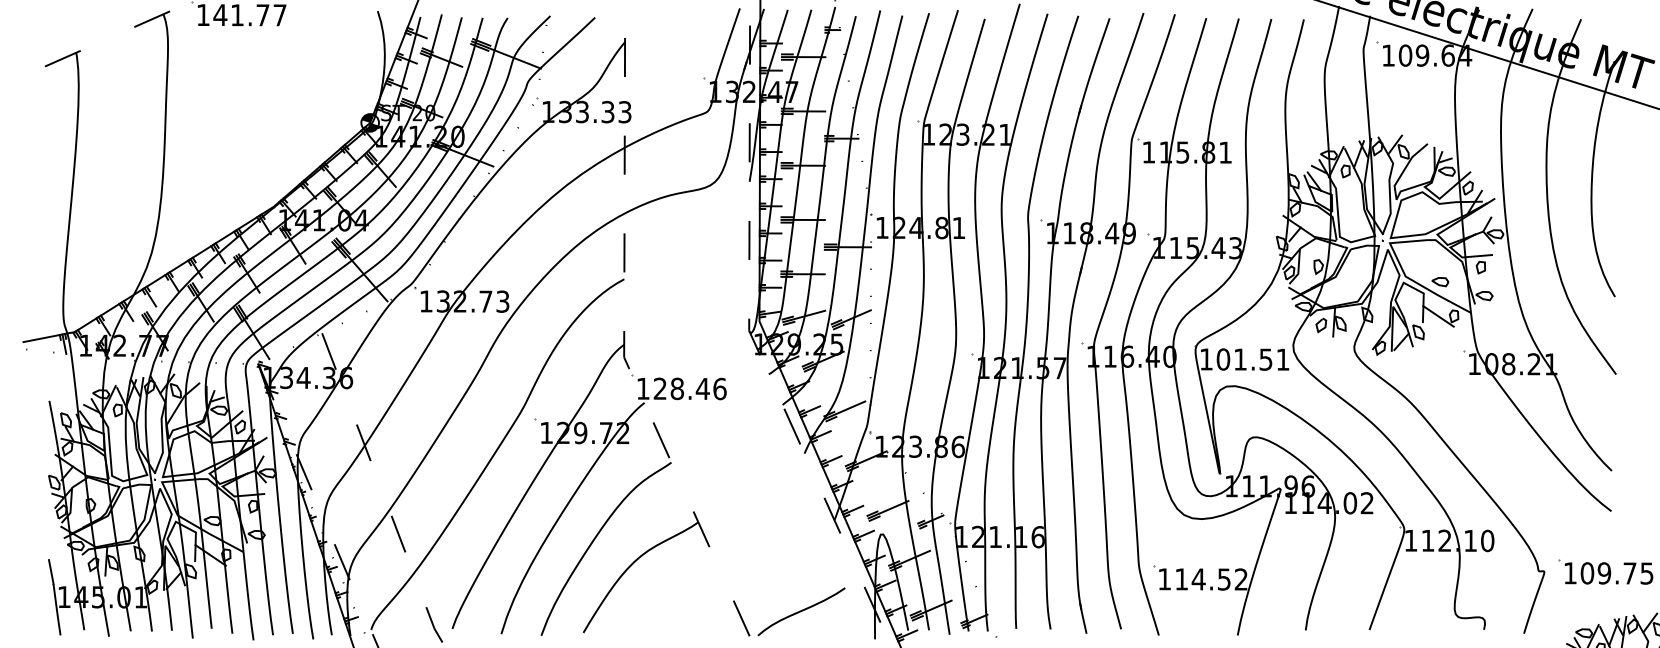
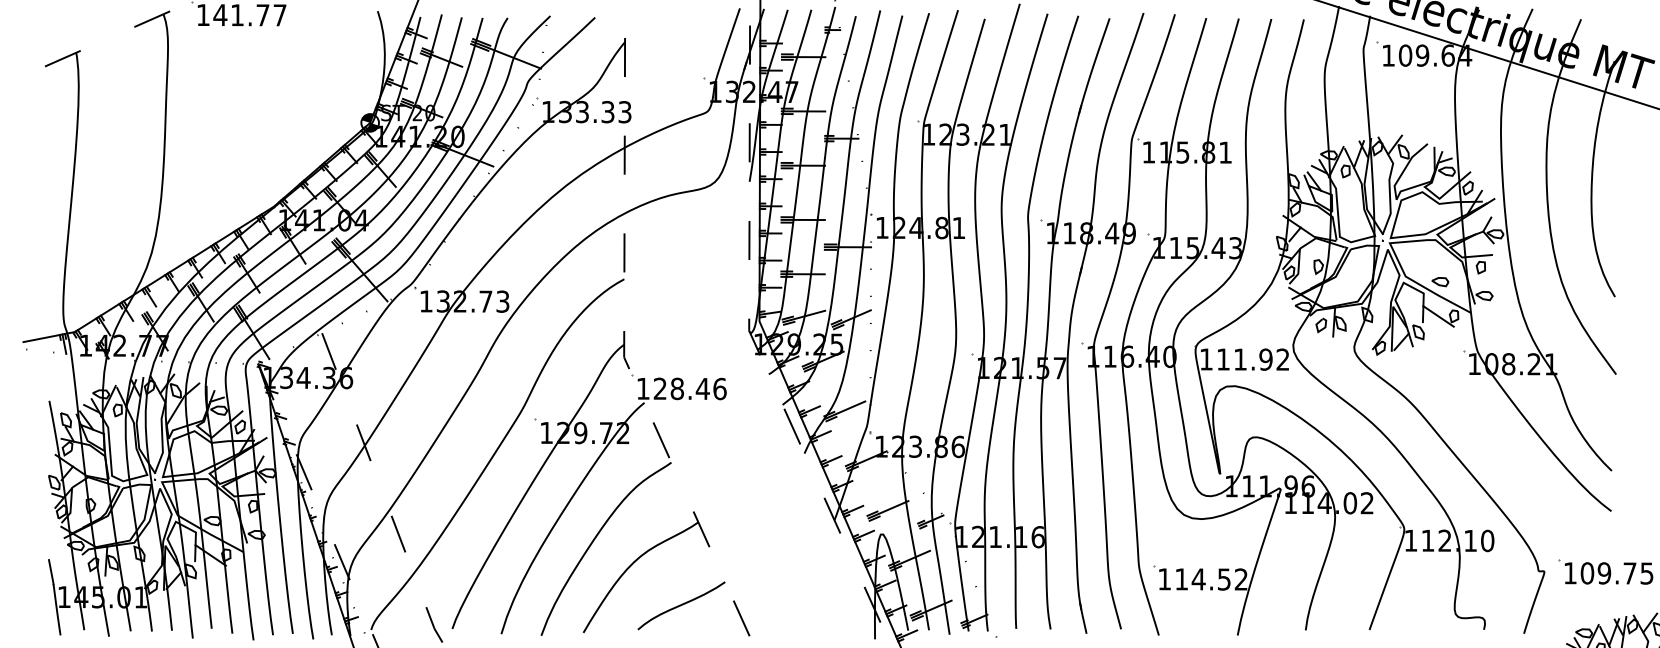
text at (1252, 359): 101.51 -> 111.92
curve at (801, 611) position: (801, 611) -> (681, 605)
